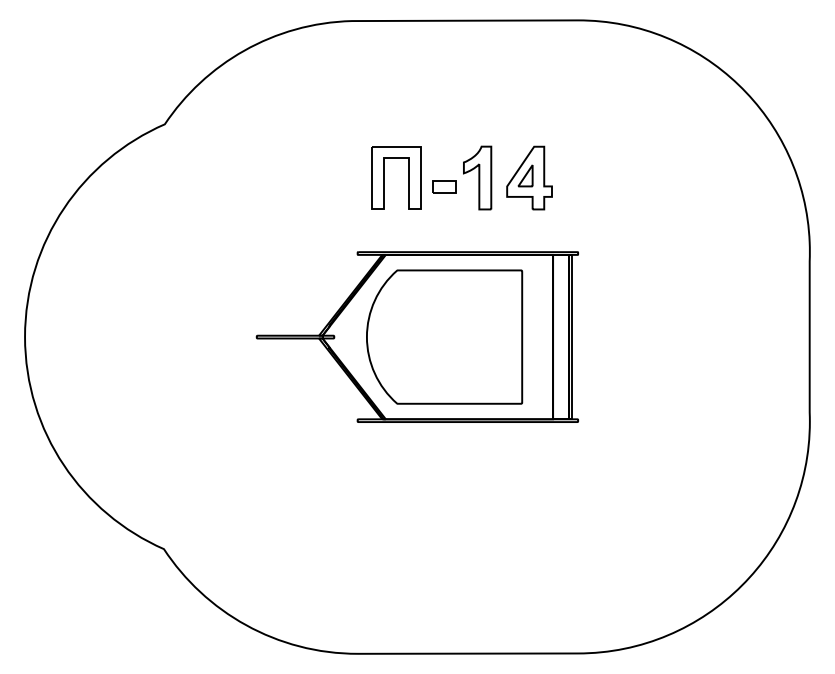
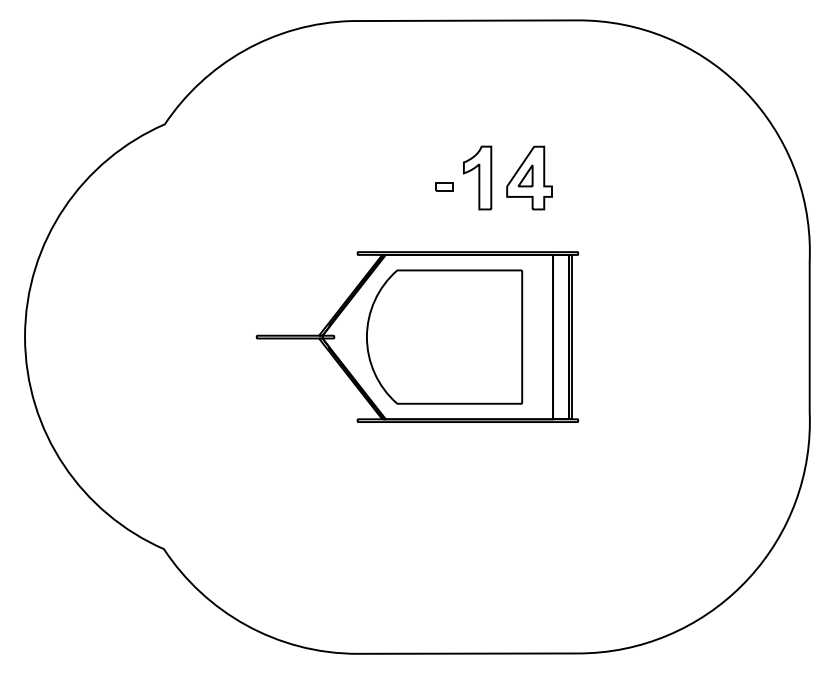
part at (384, 177): present -> none
part at (444, 186) size: 25x14 px -> 19x10 px
